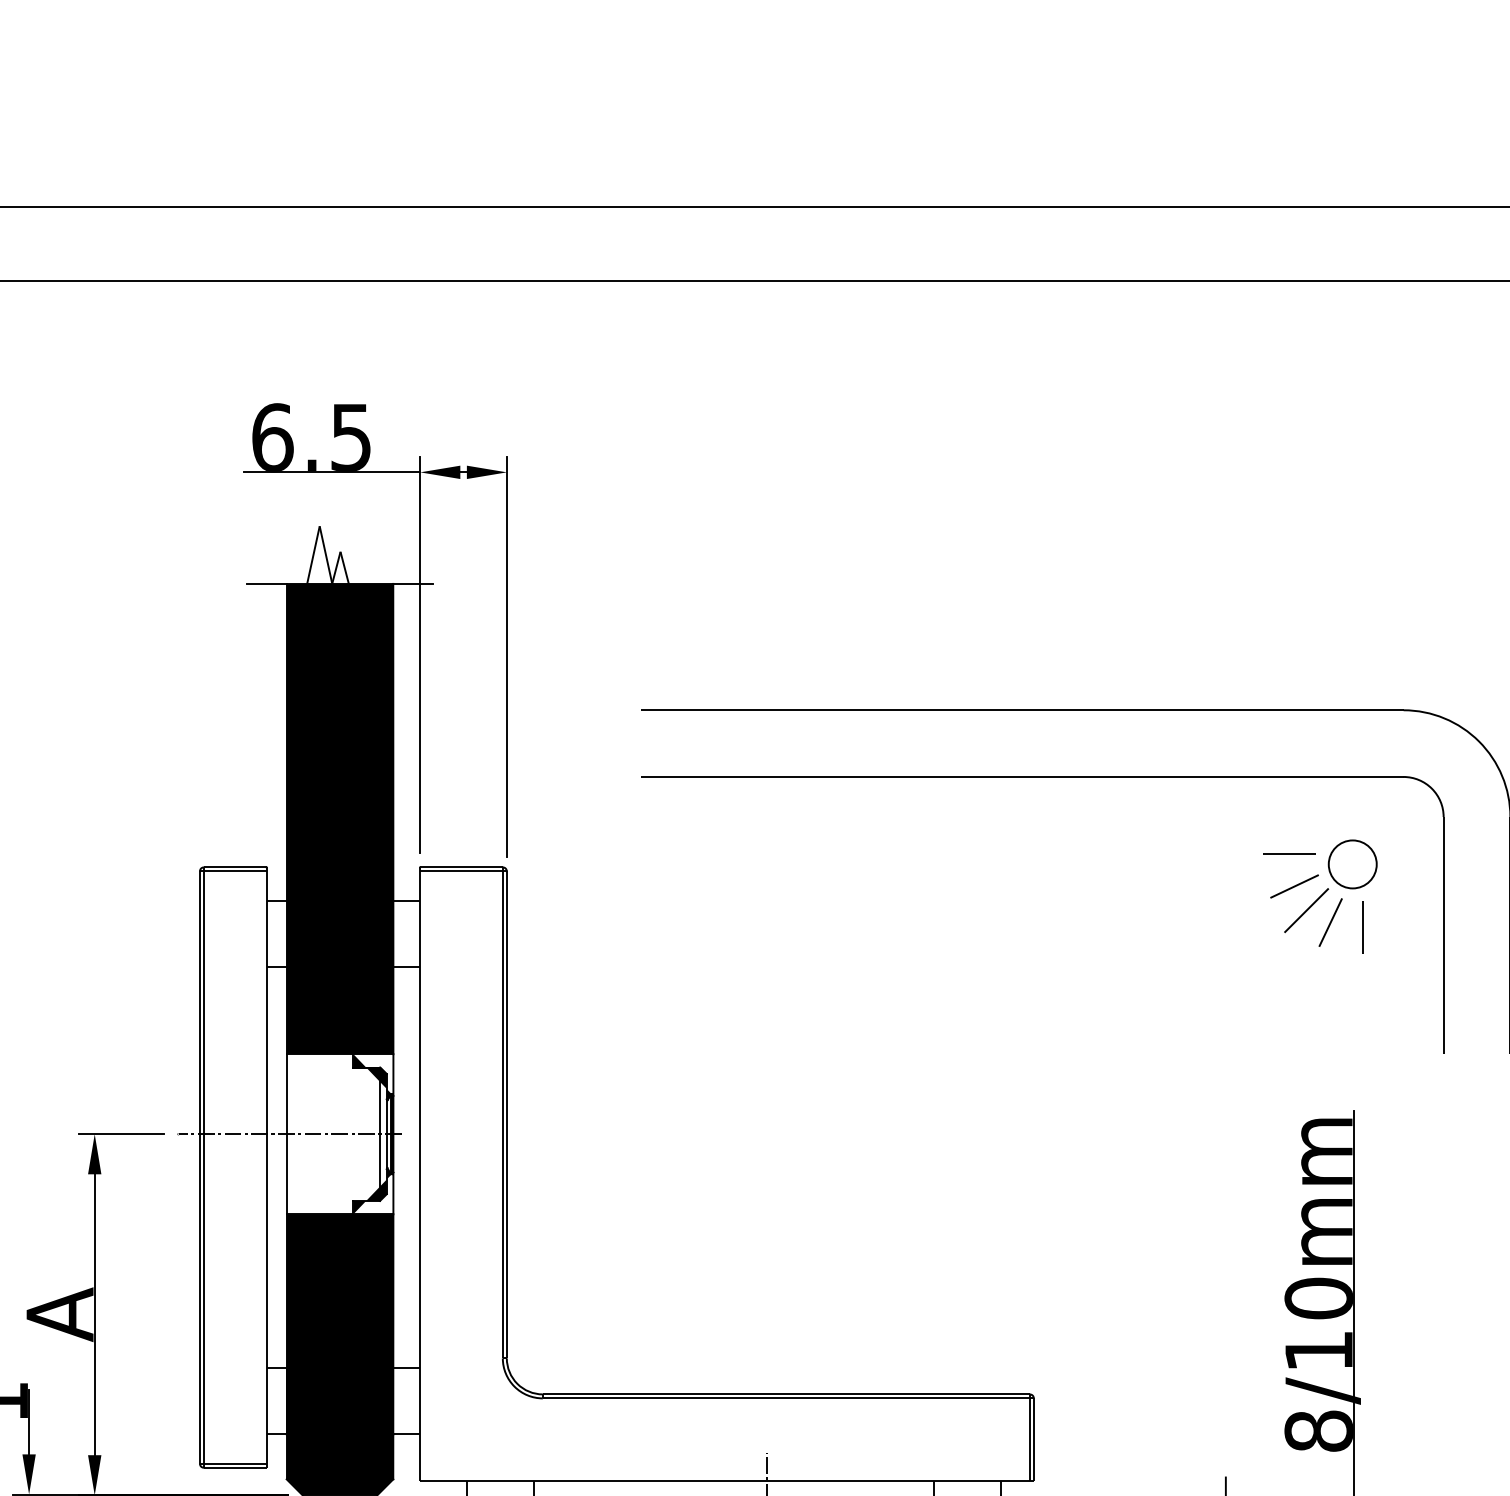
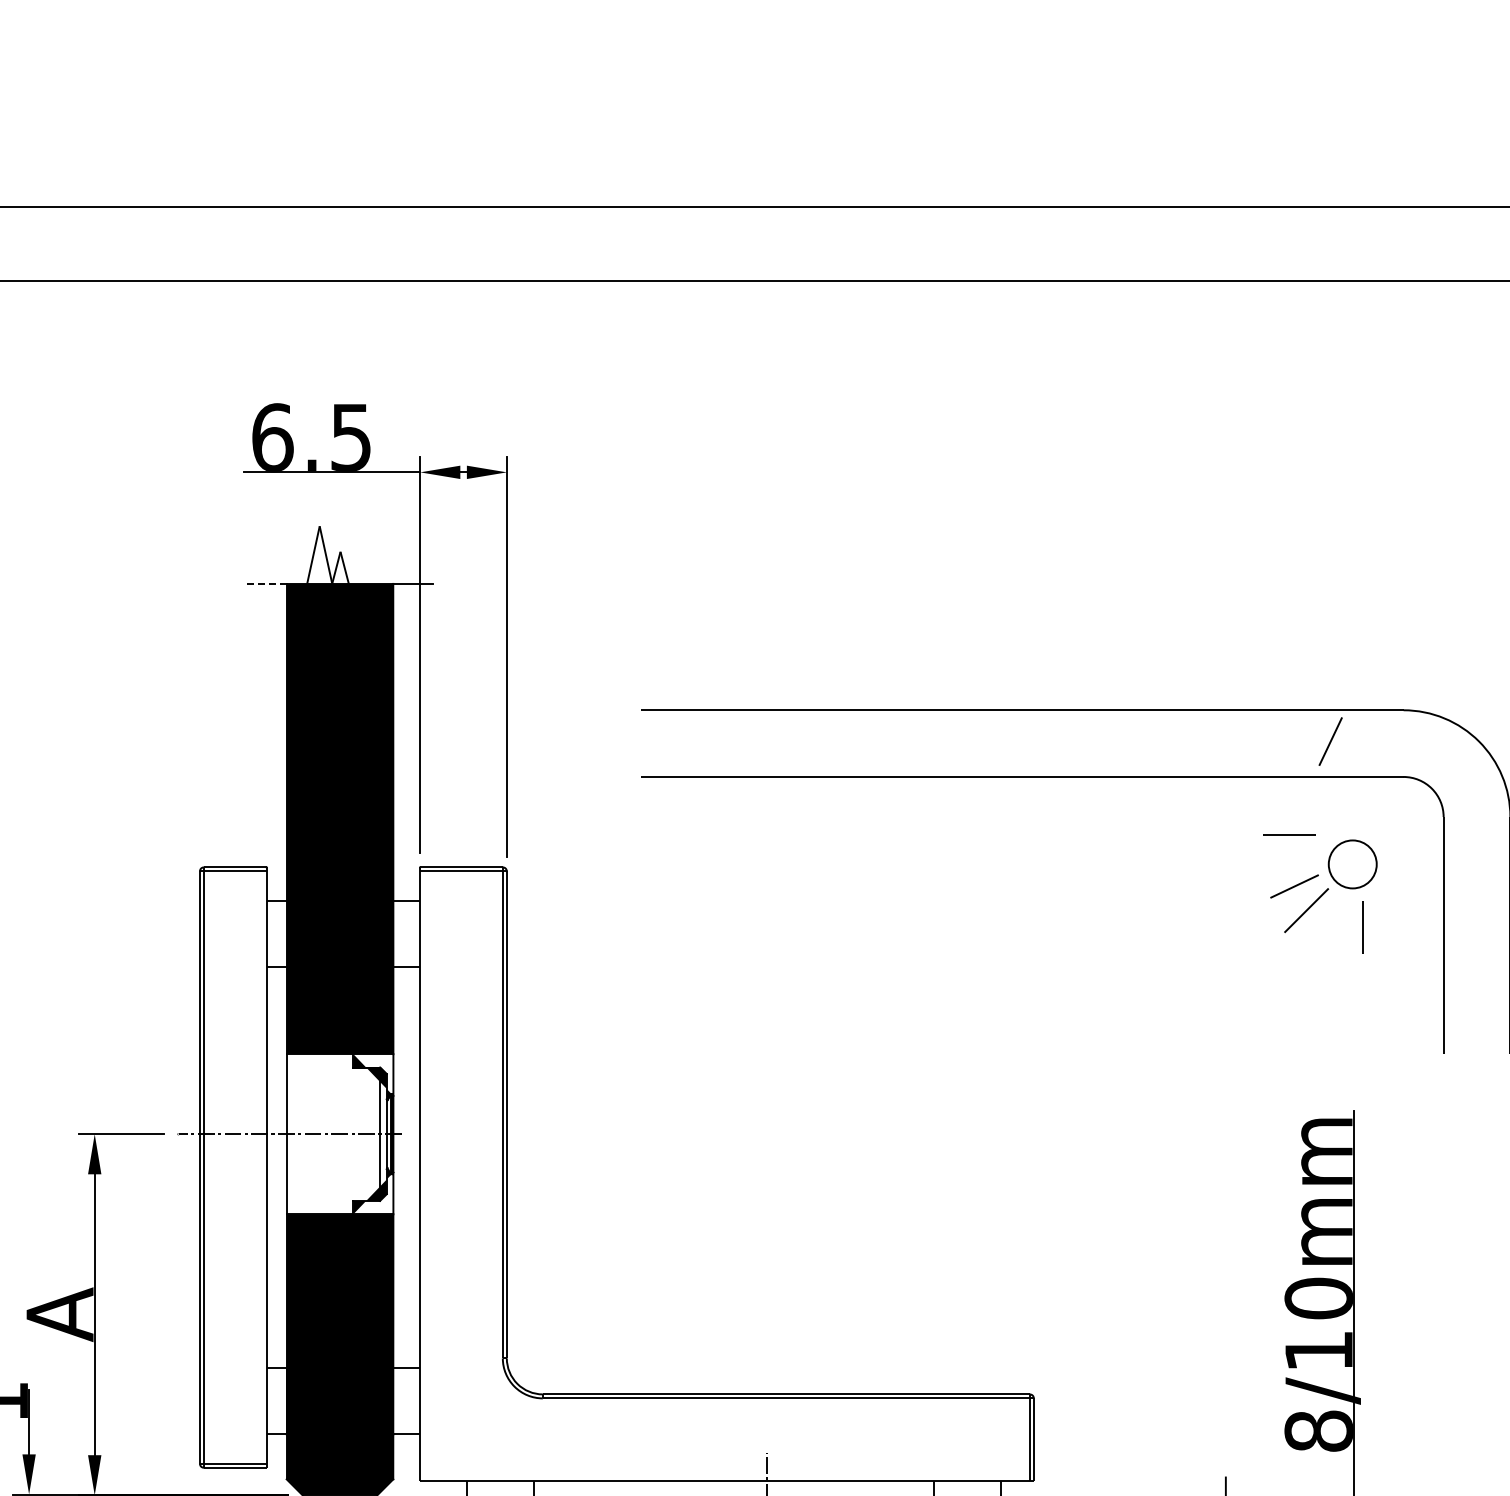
line at (266, 583): solid -> dashed
line at (1289, 853) position: (1289, 853) -> (1289, 834)
line at (1330, 922) position: (1330, 922) -> (1330, 741)
